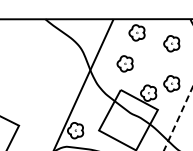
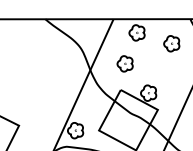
part at (171, 83): present -> none
line at (178, 118): dashed -> solid
